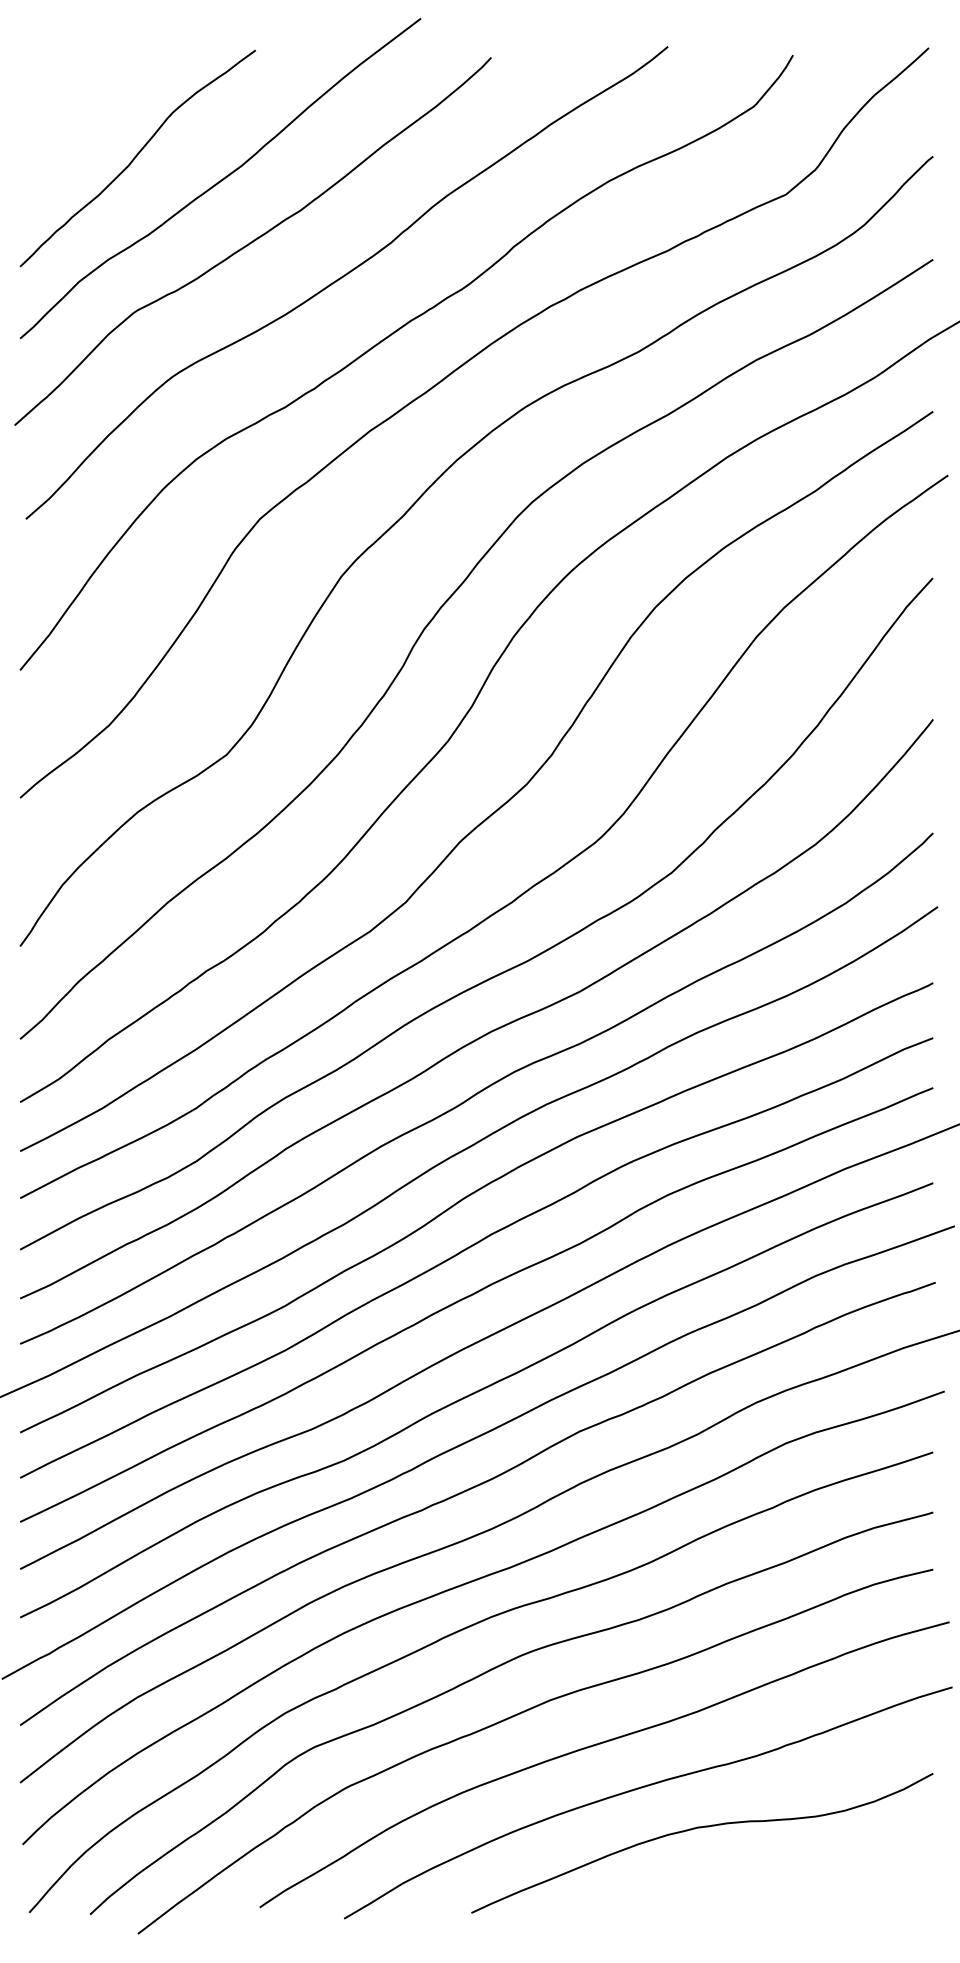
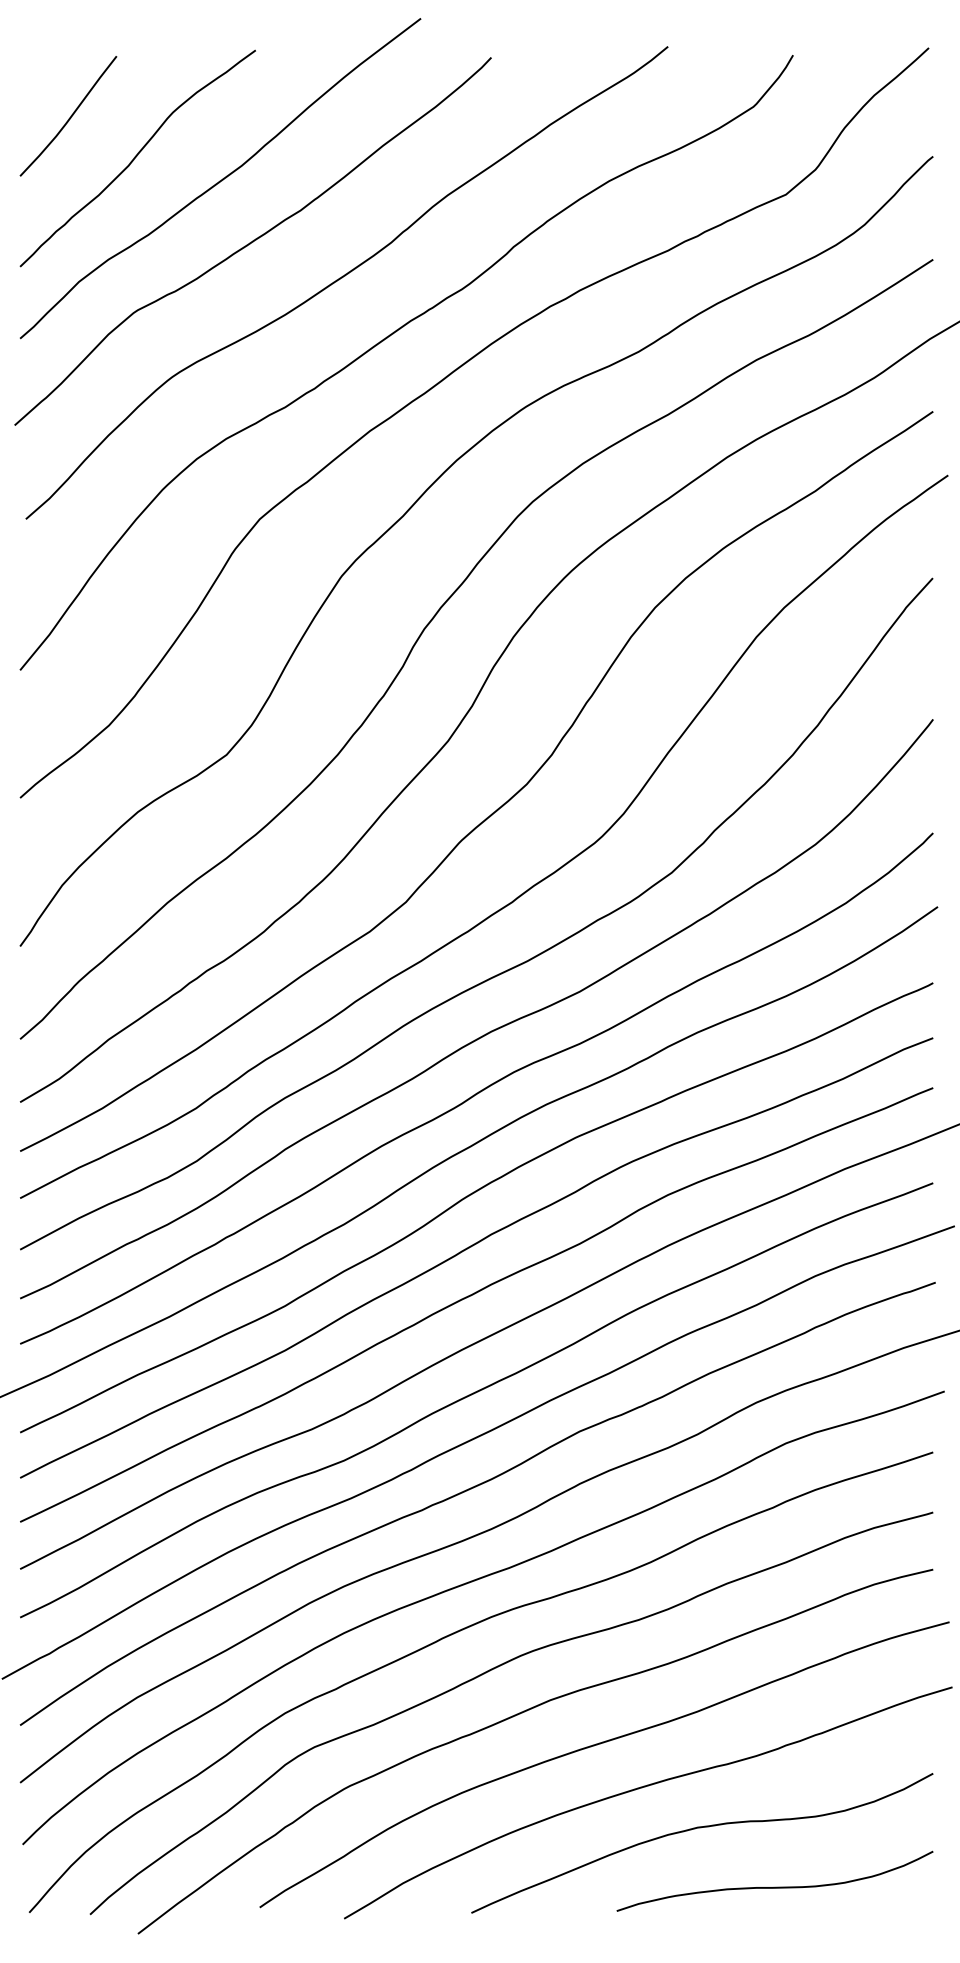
curve at (69, 117): none -> present
curve at (774, 1886): none -> present
